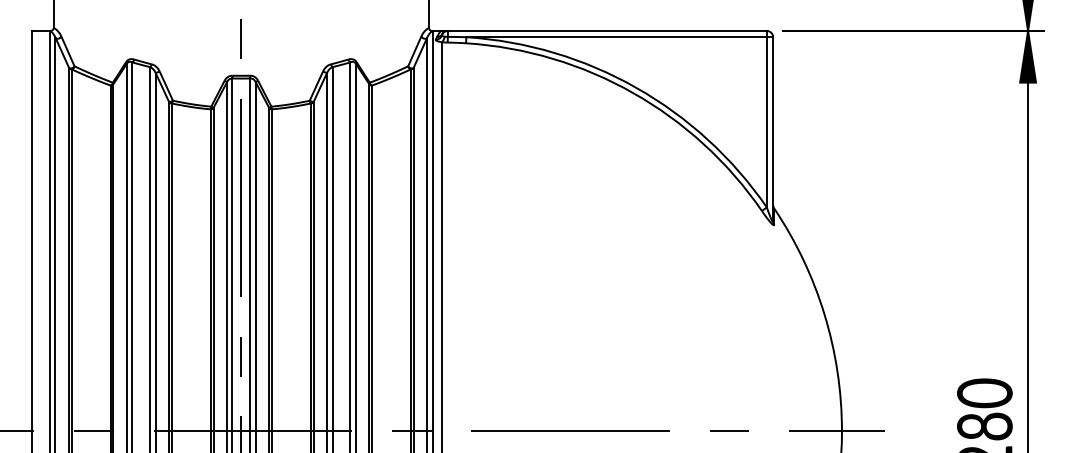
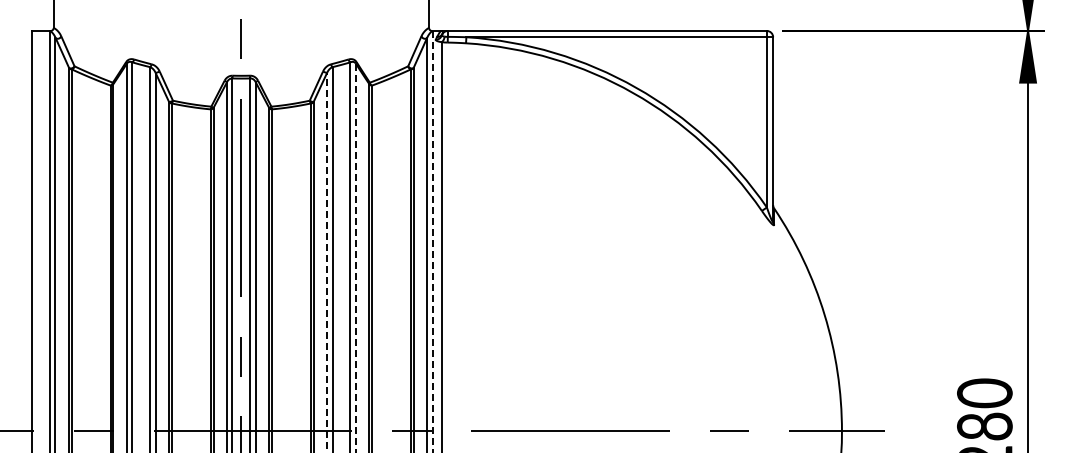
line at (432, 241): solid -> dashed
line at (355, 258): solid -> dashed
line at (327, 262): solid -> dashed
